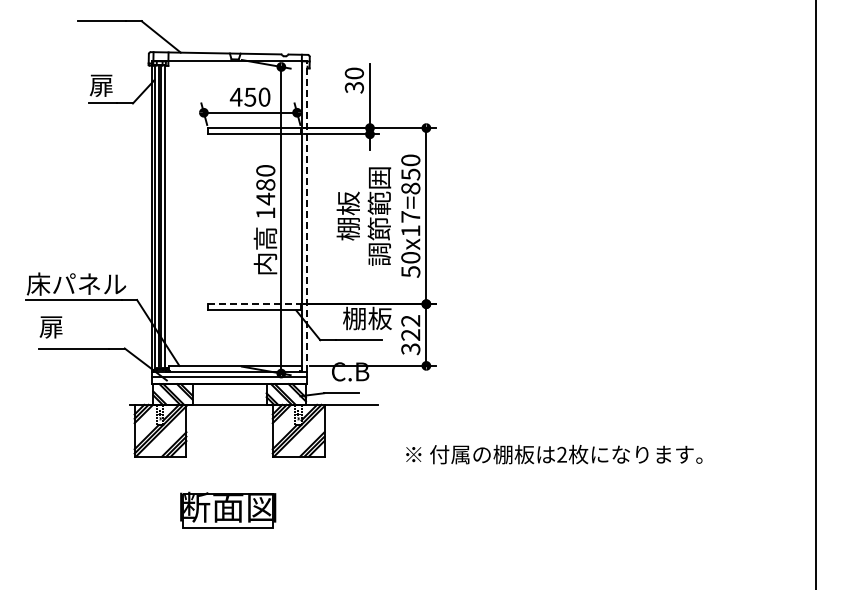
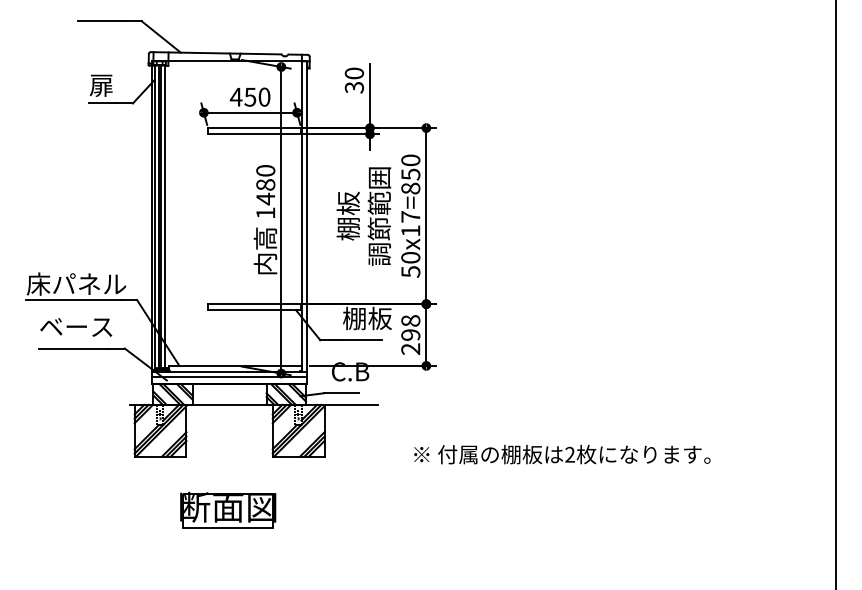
line at (307, 216): dashed -> solid
line at (816, 294) position: (816, 294) -> (836, 294)
line at (254, 304): dashed -> solid
text at (75, 327): 扉 -> ベース
text at (410, 335): 322 -> 298
text at (554, 454) position: (554, 454) -> (562, 454)
